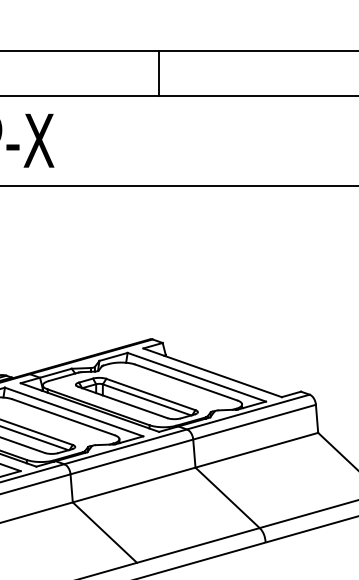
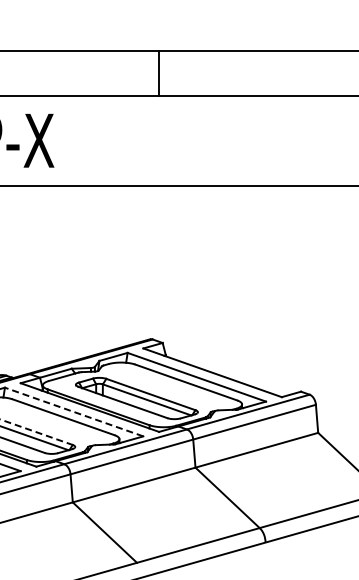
line at (73, 411): solid -> dashed
line at (37, 432): solid -> dashed
